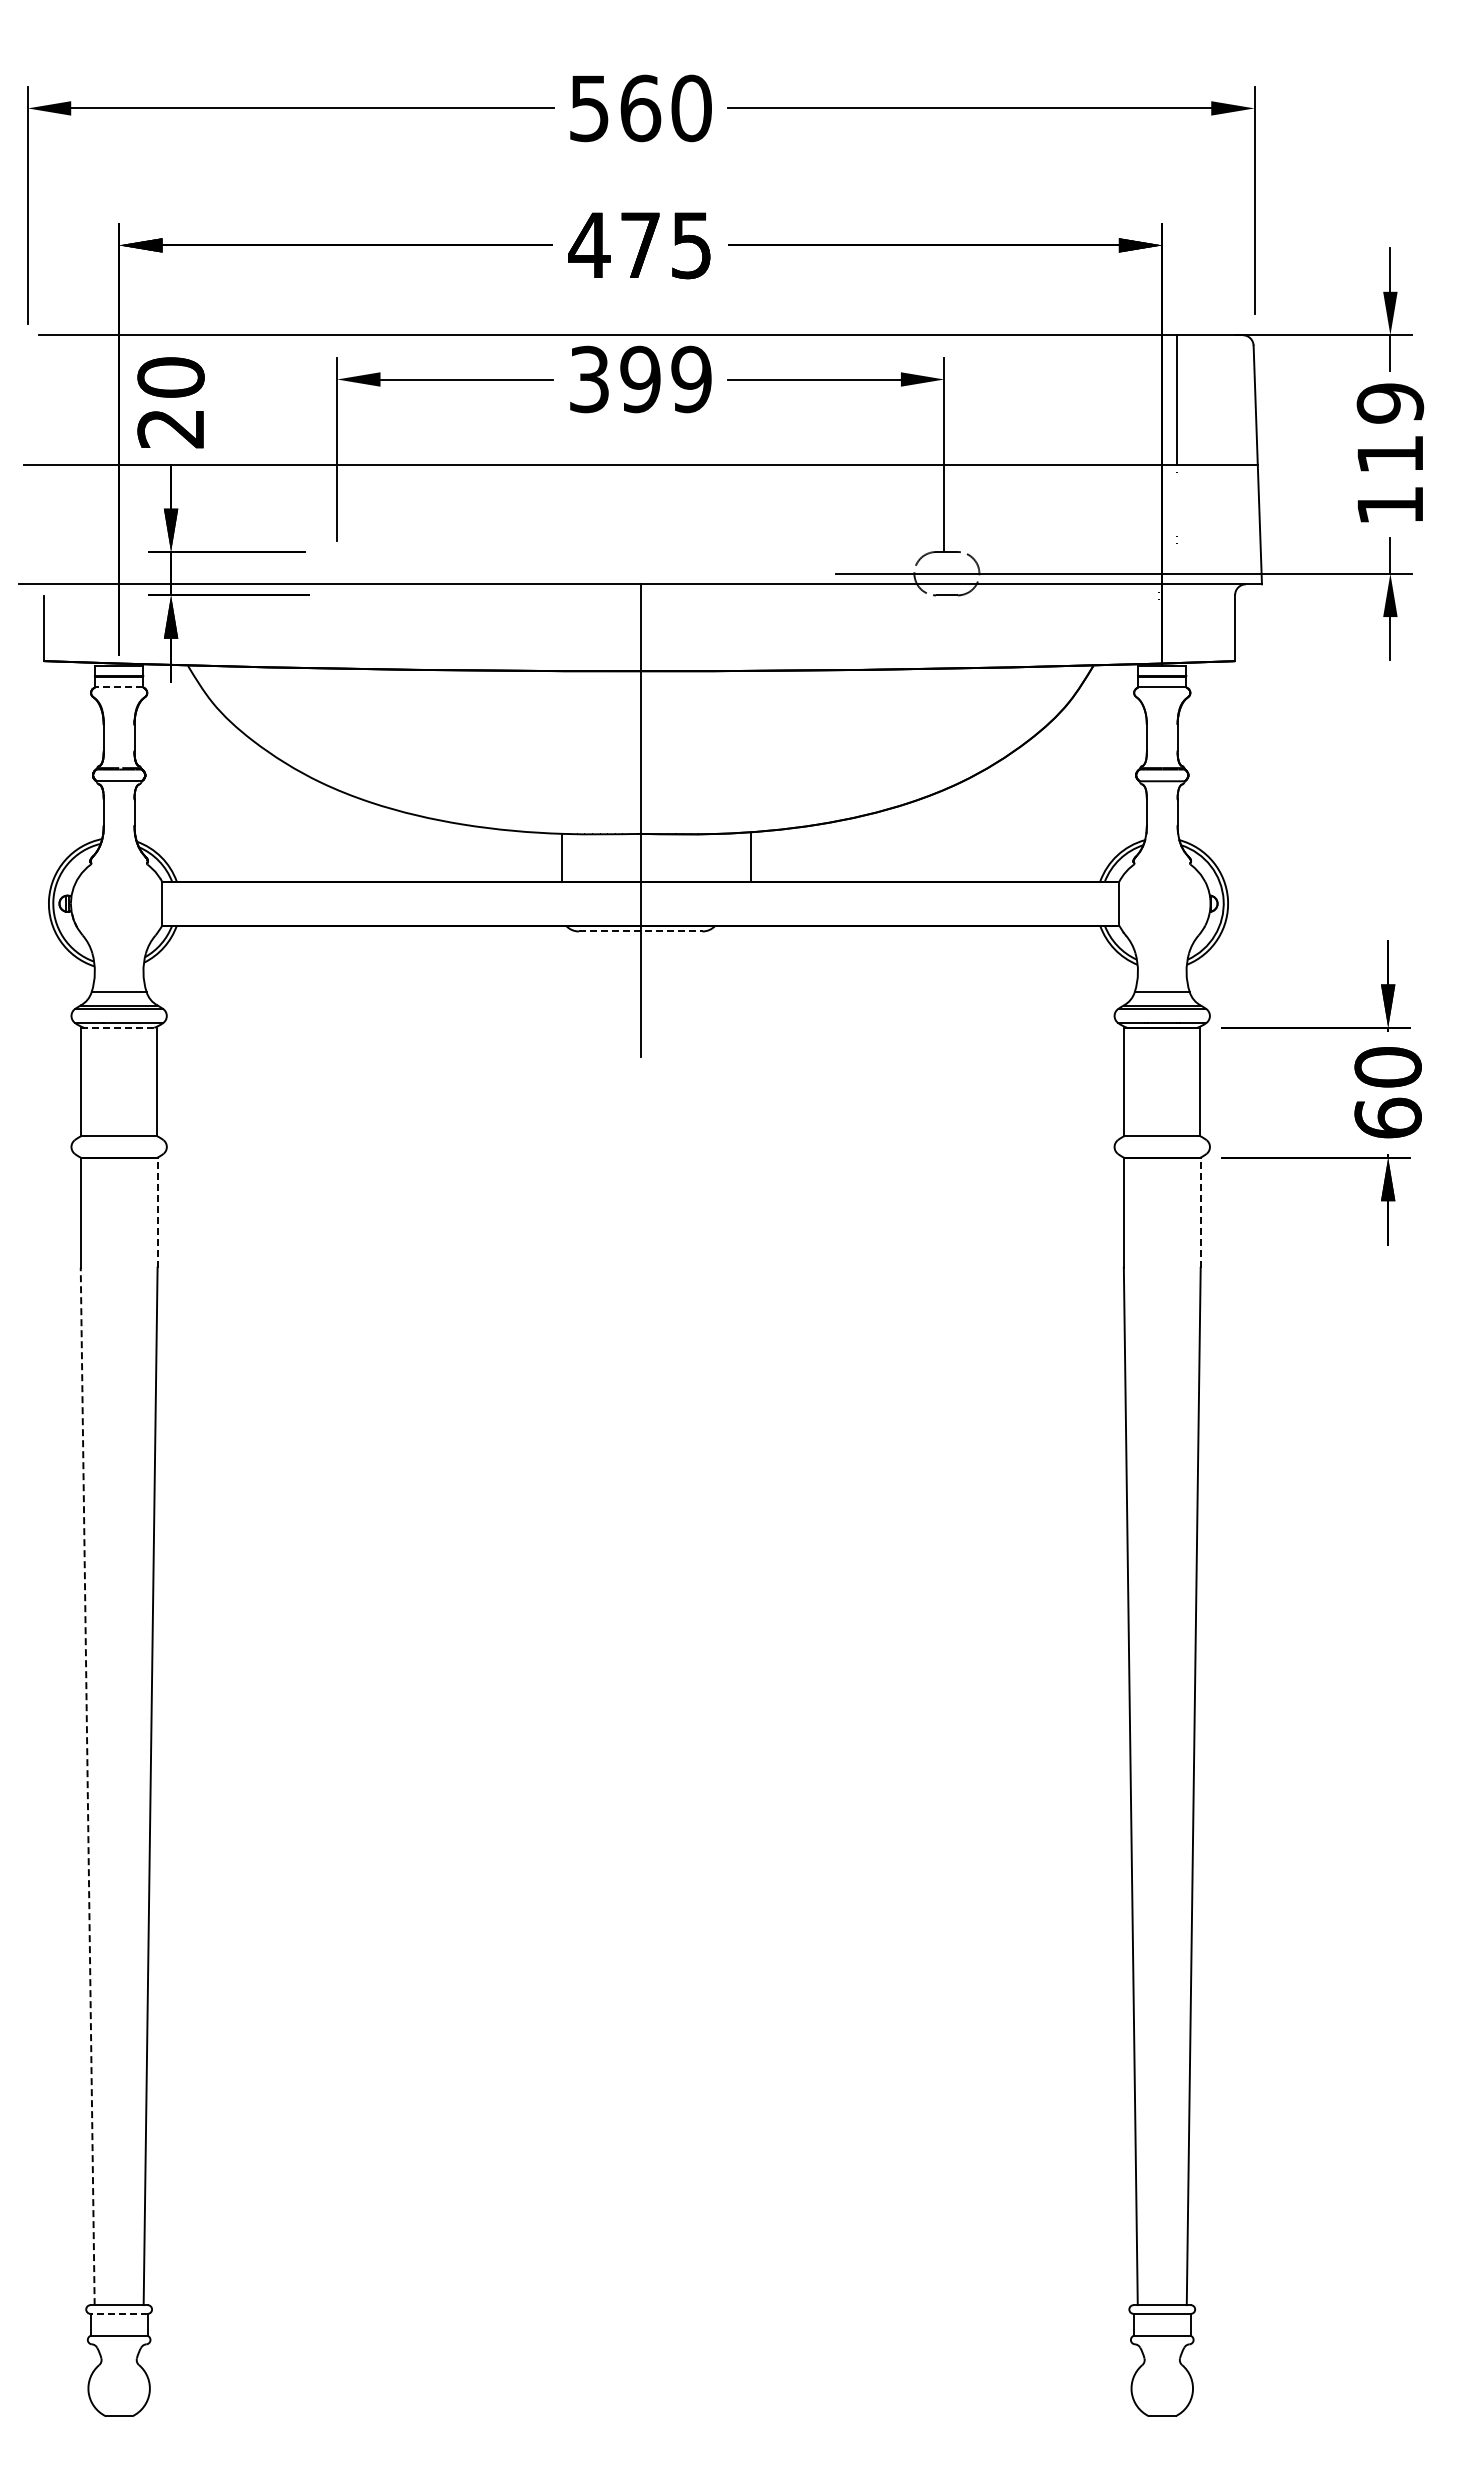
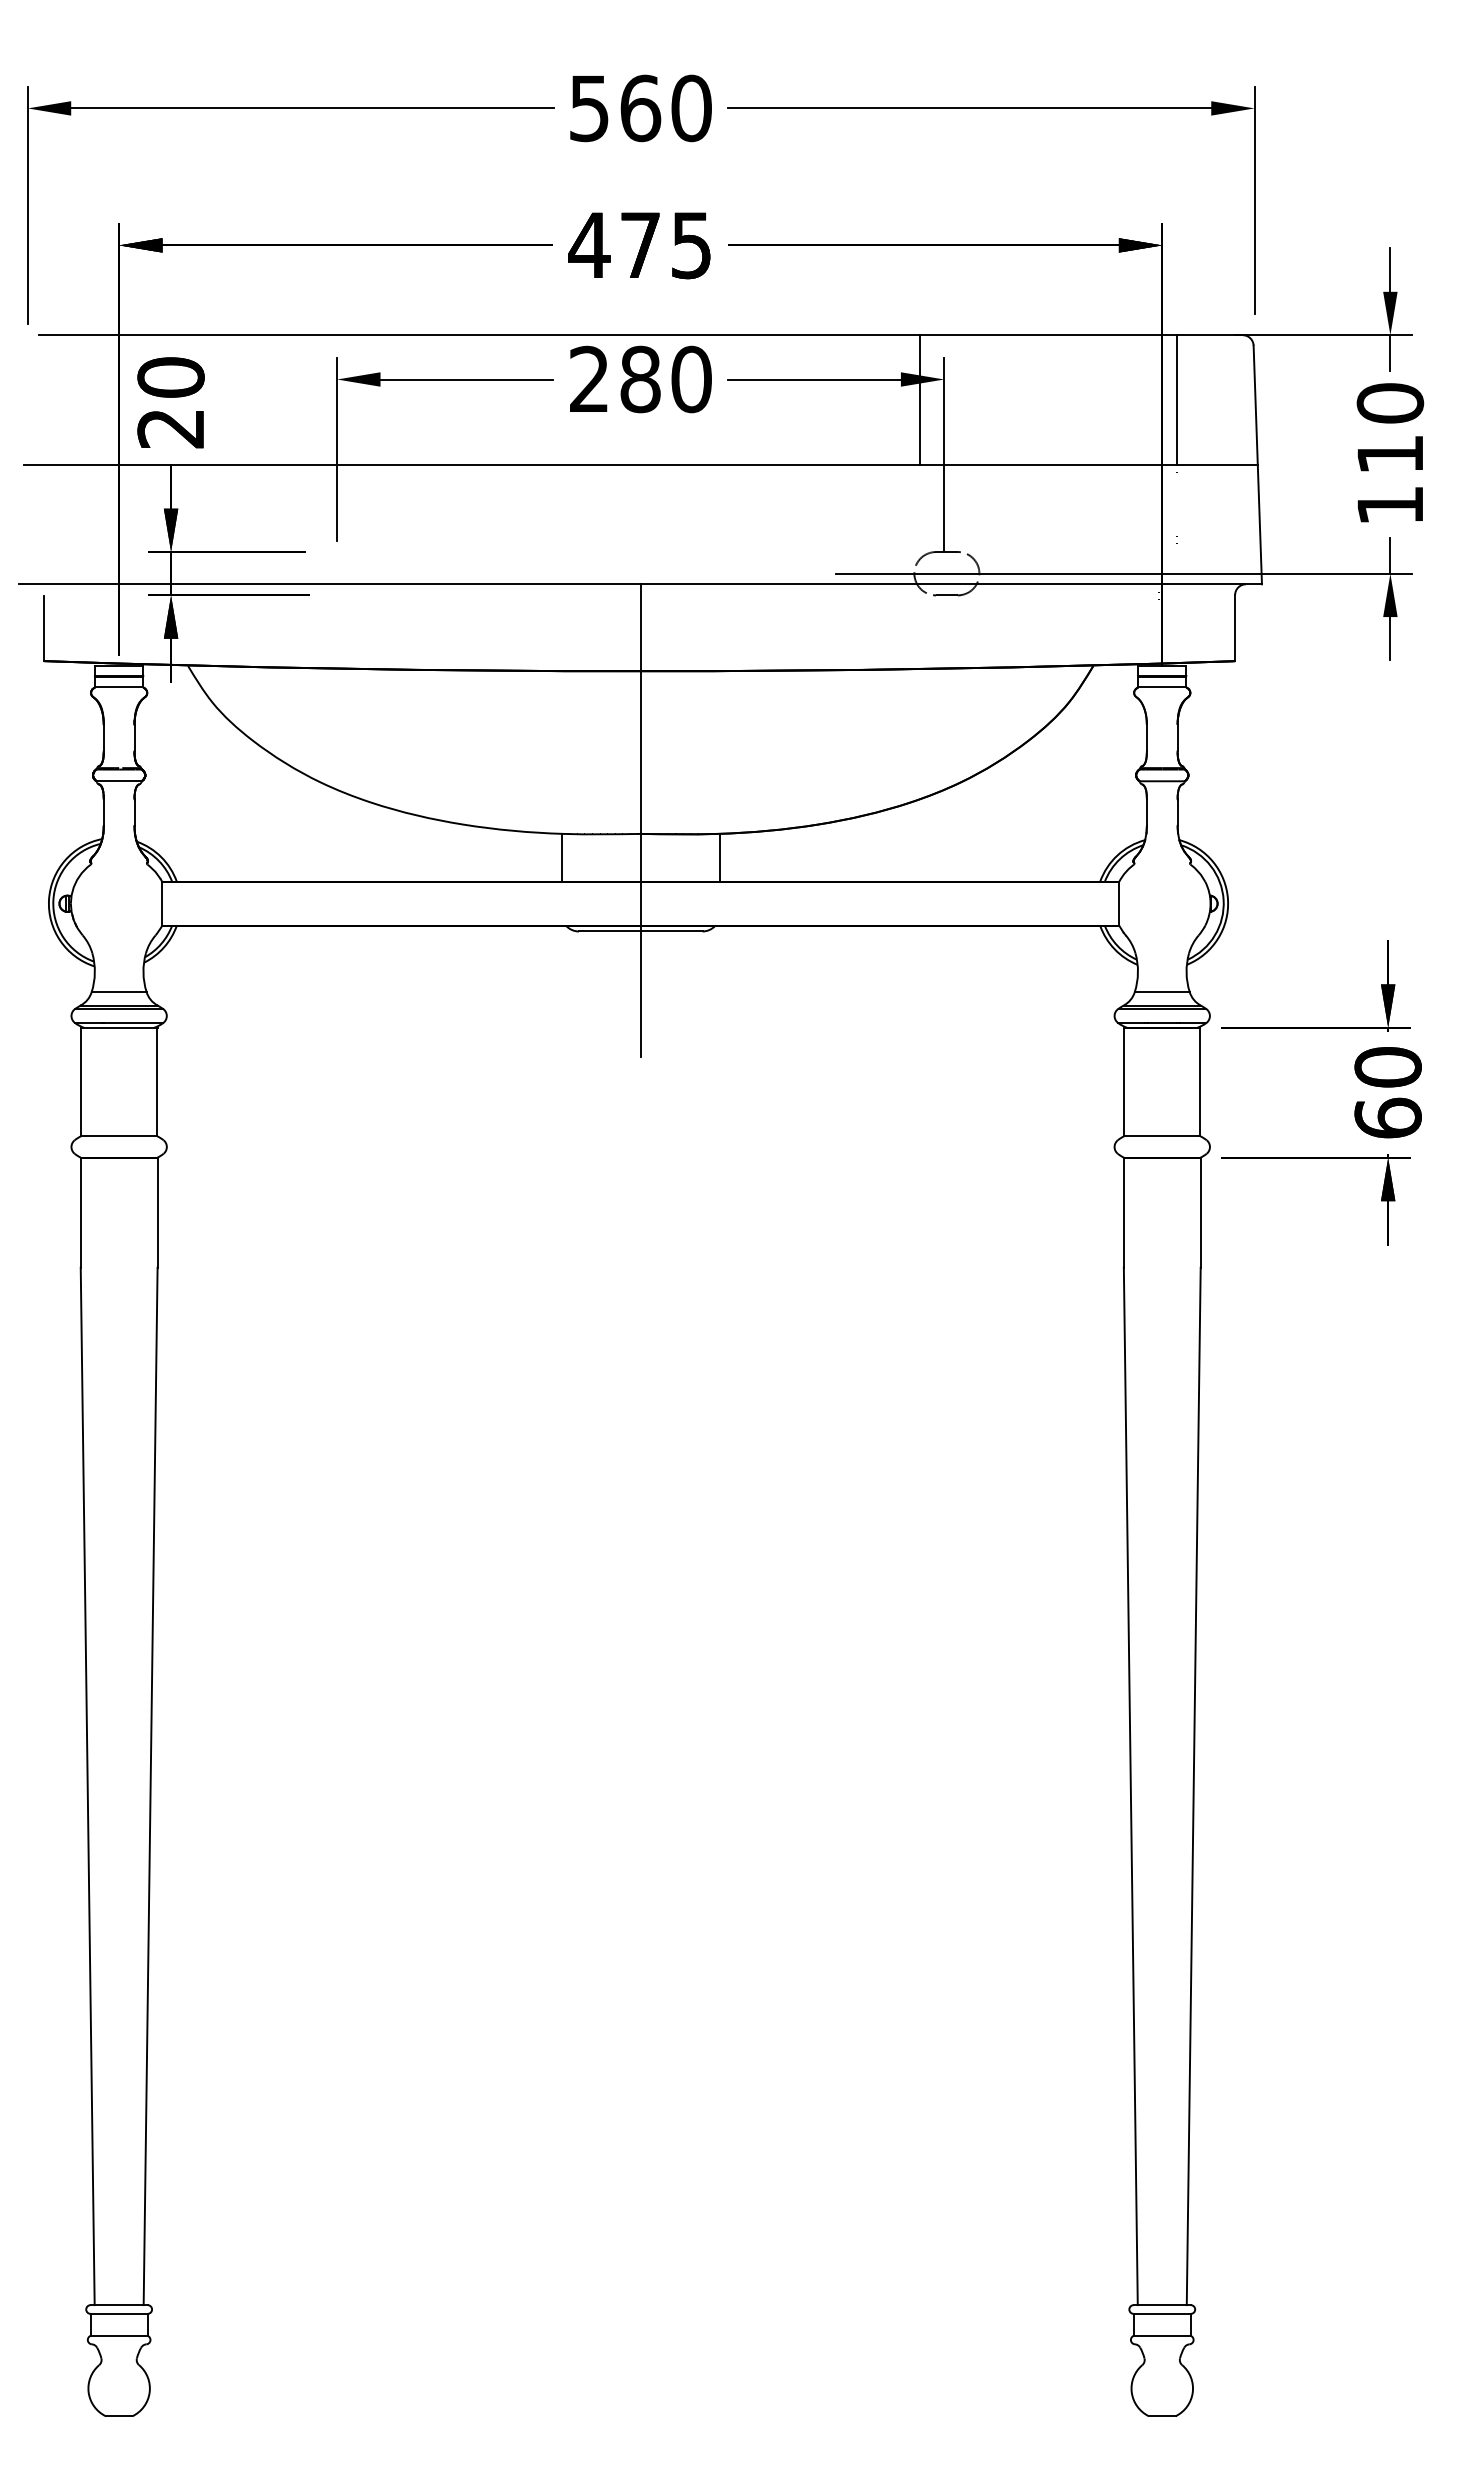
text at (640, 379): 399 -> 280
line at (920, 400): none -> present
text at (1390, 403): 119 -> 110
line at (118, 687): dashed -> solid
line at (750, 857) position: (750, 857) -> (719, 857)
line at (640, 931): dashed -> solid
line at (119, 1027): dashed -> solid
line at (157, 1212): dashed -> solid
line at (1200, 1212): dashed -> solid
line at (87, 1786): dashed -> solid
line at (119, 2313): dashed -> solid
